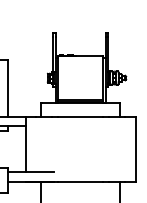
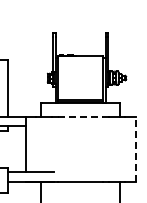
line at (80, 116): solid -> dashed
line at (135, 148): solid -> dashed
